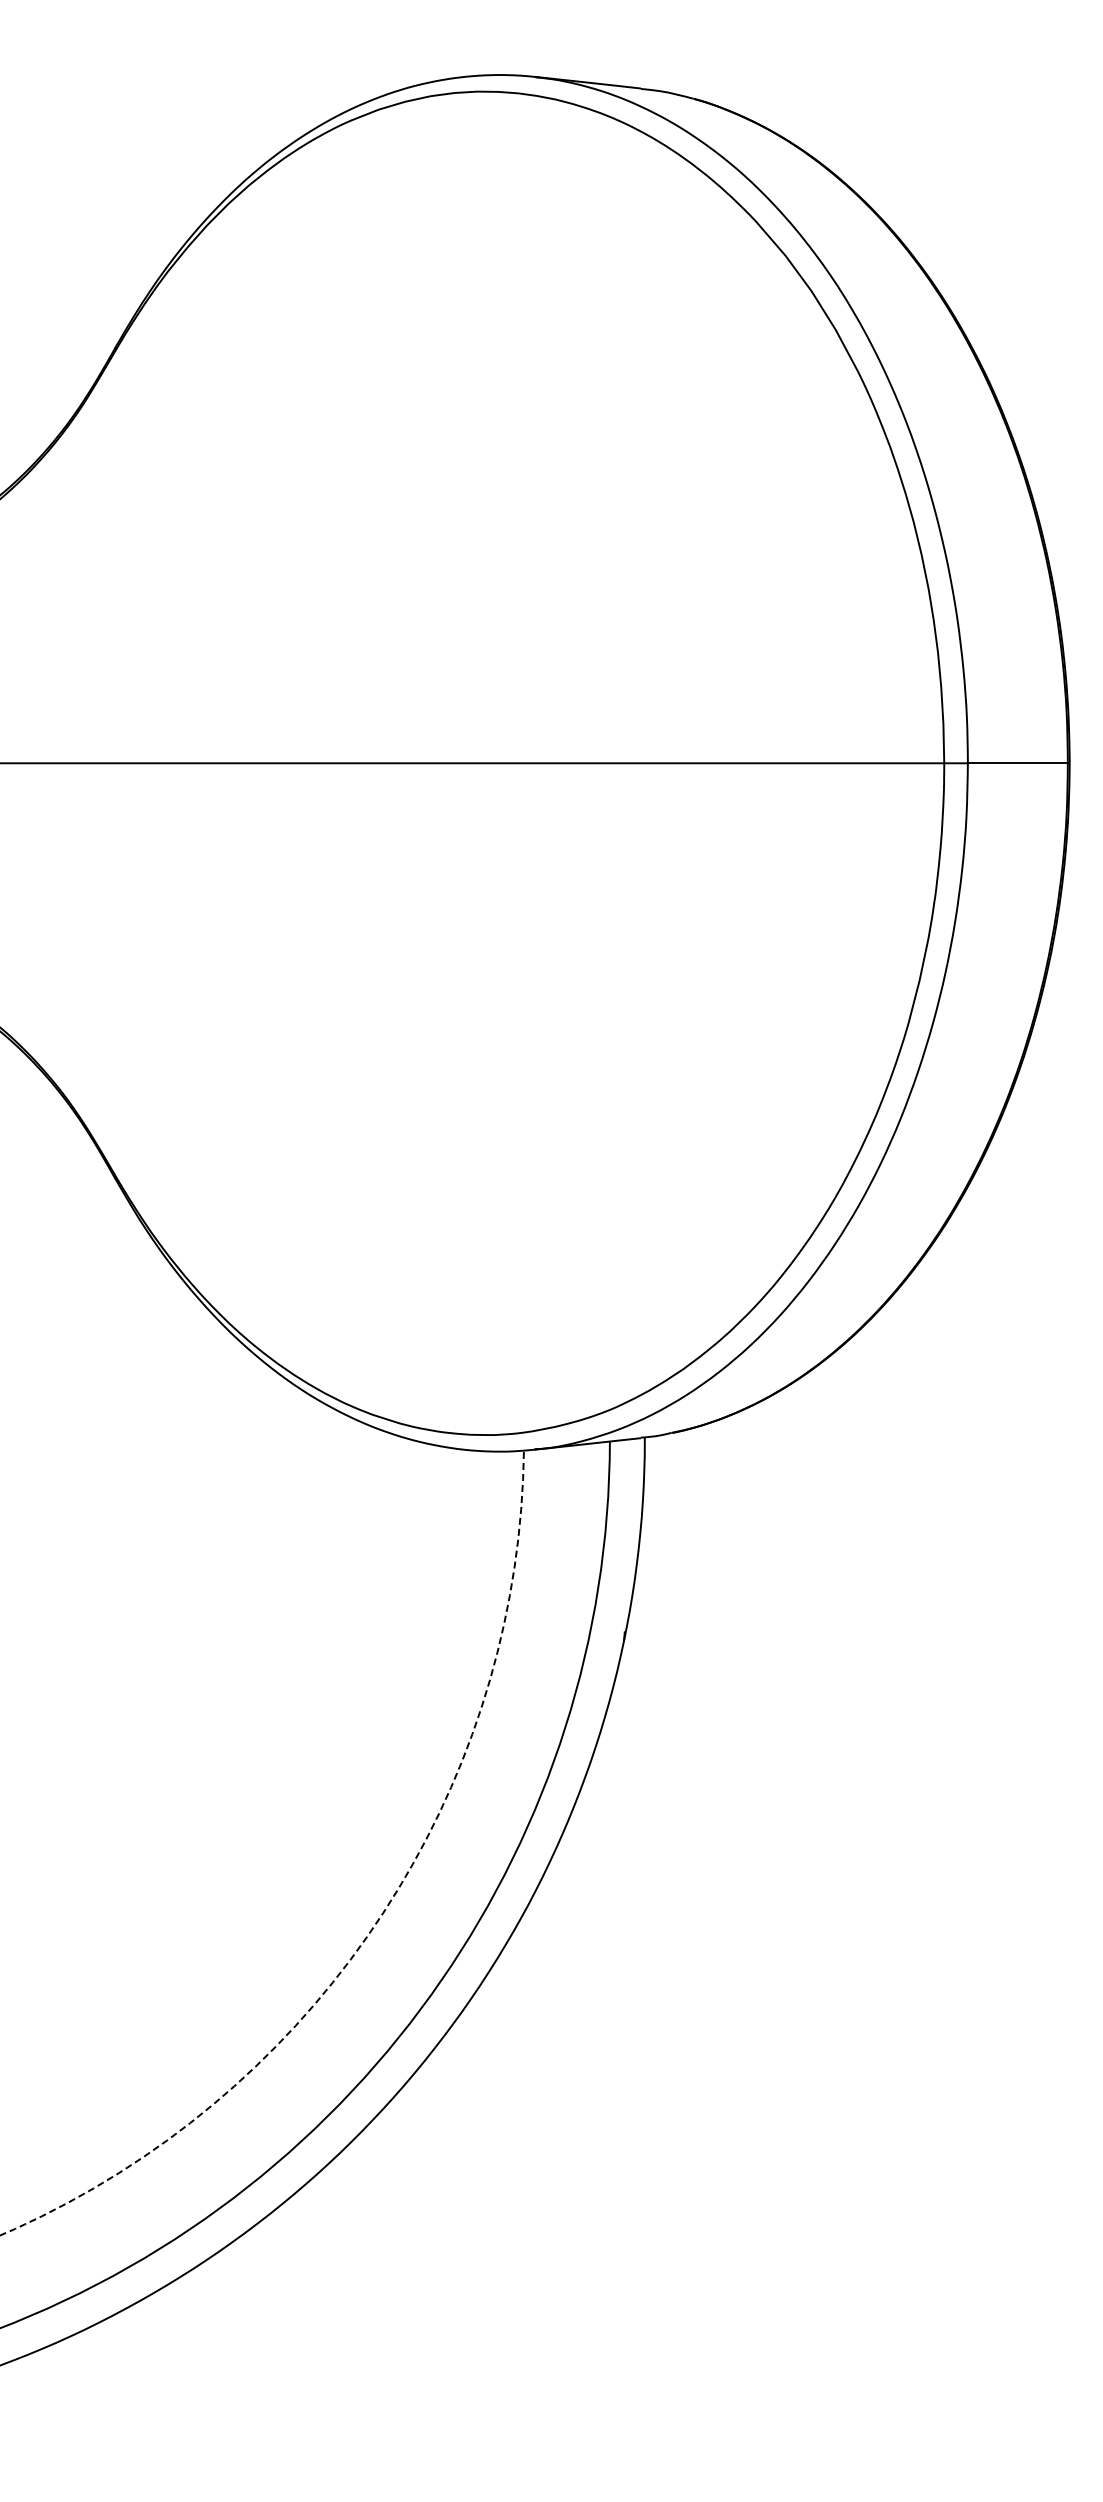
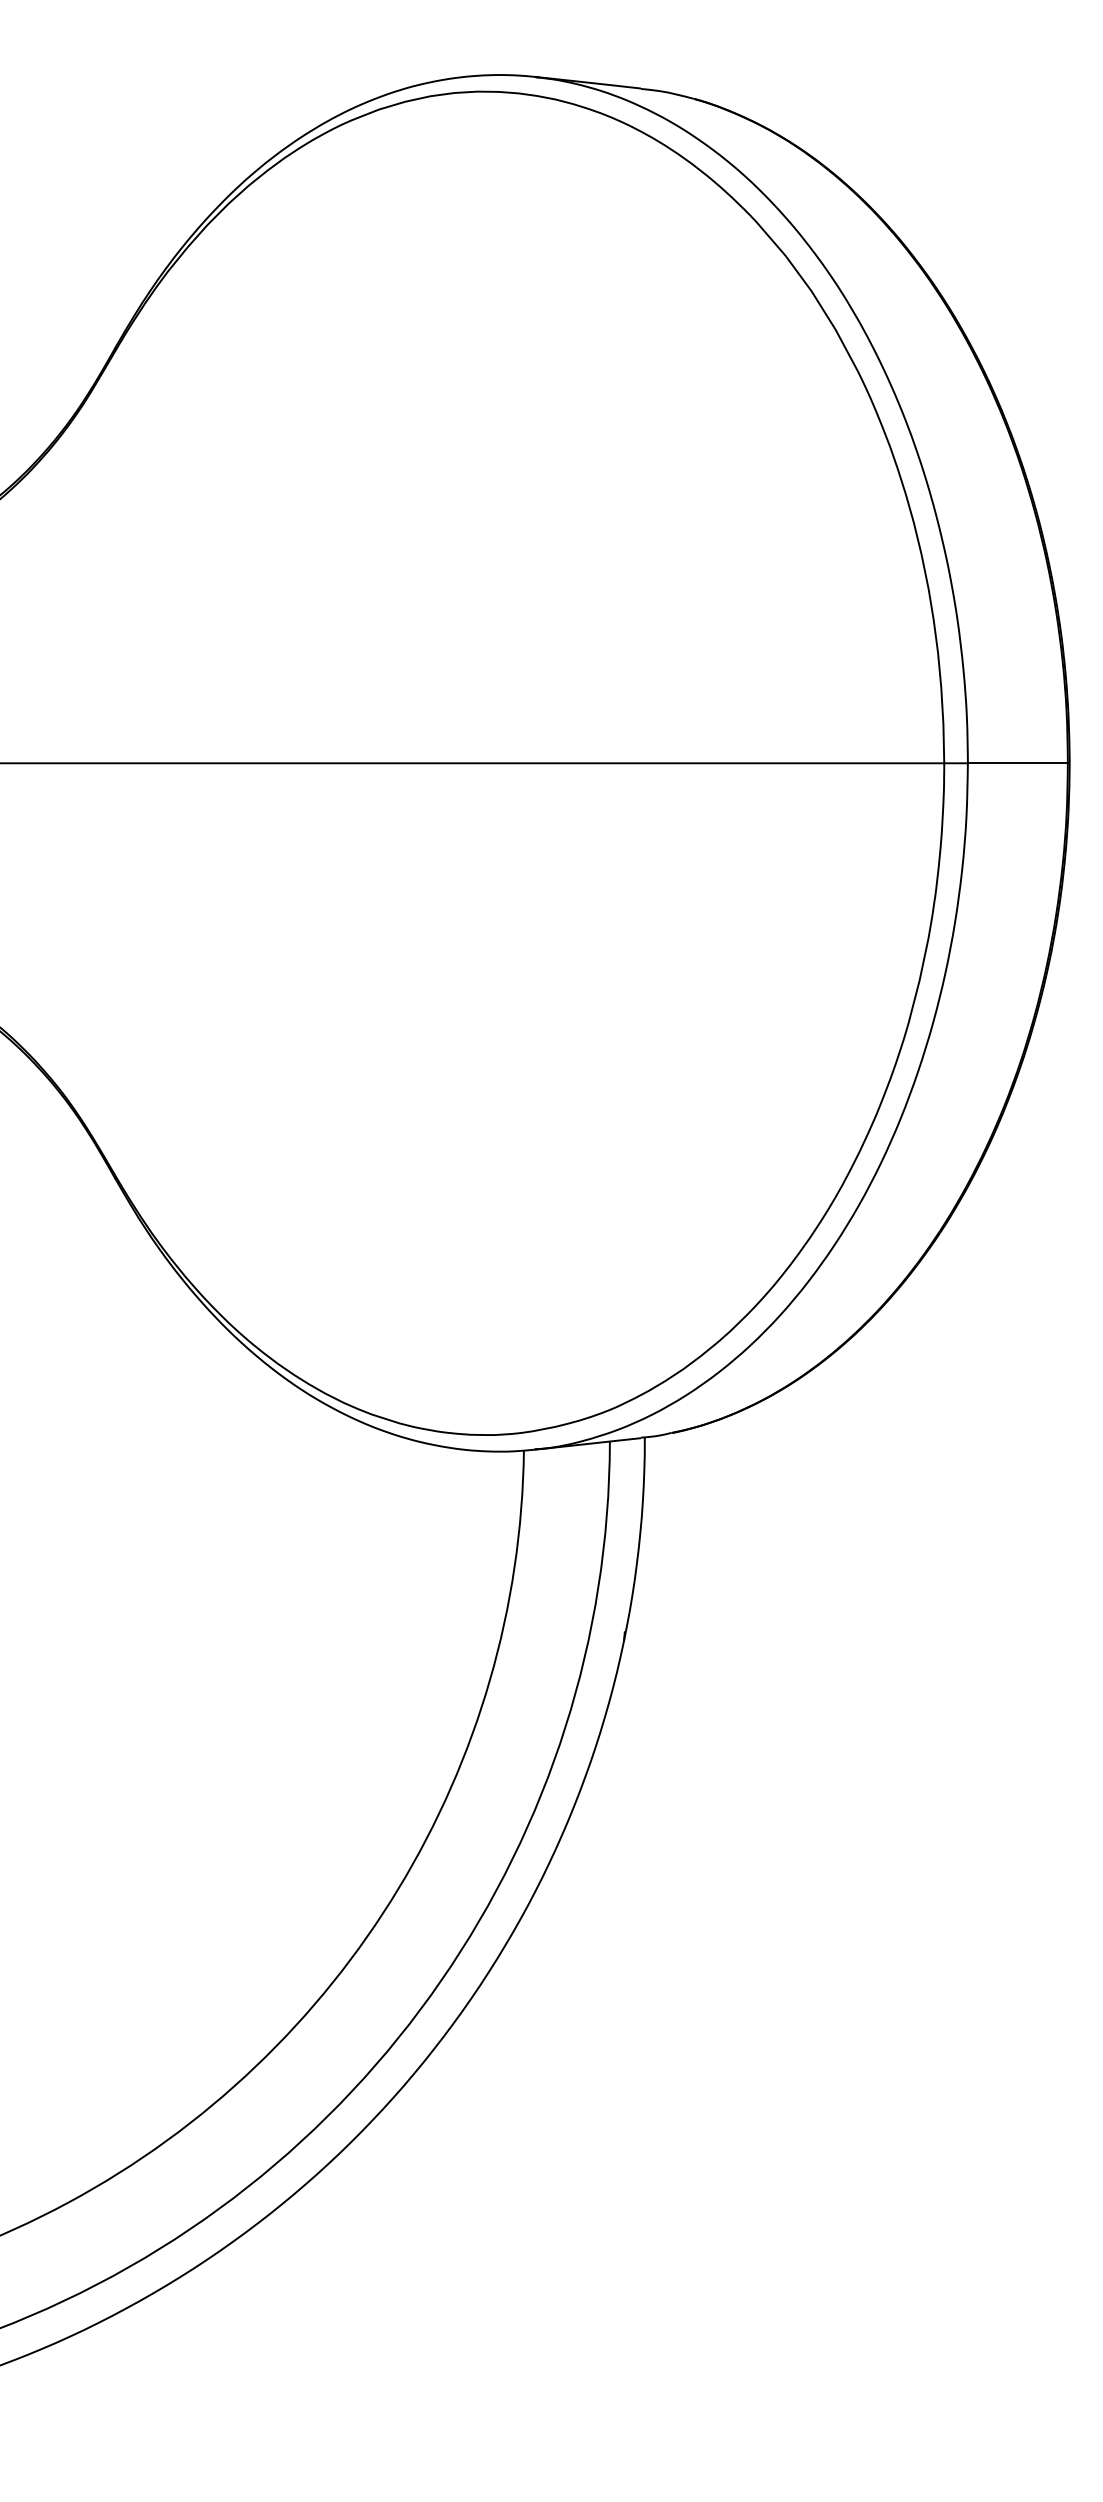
arc at (378, 1920): dashed -> solid
